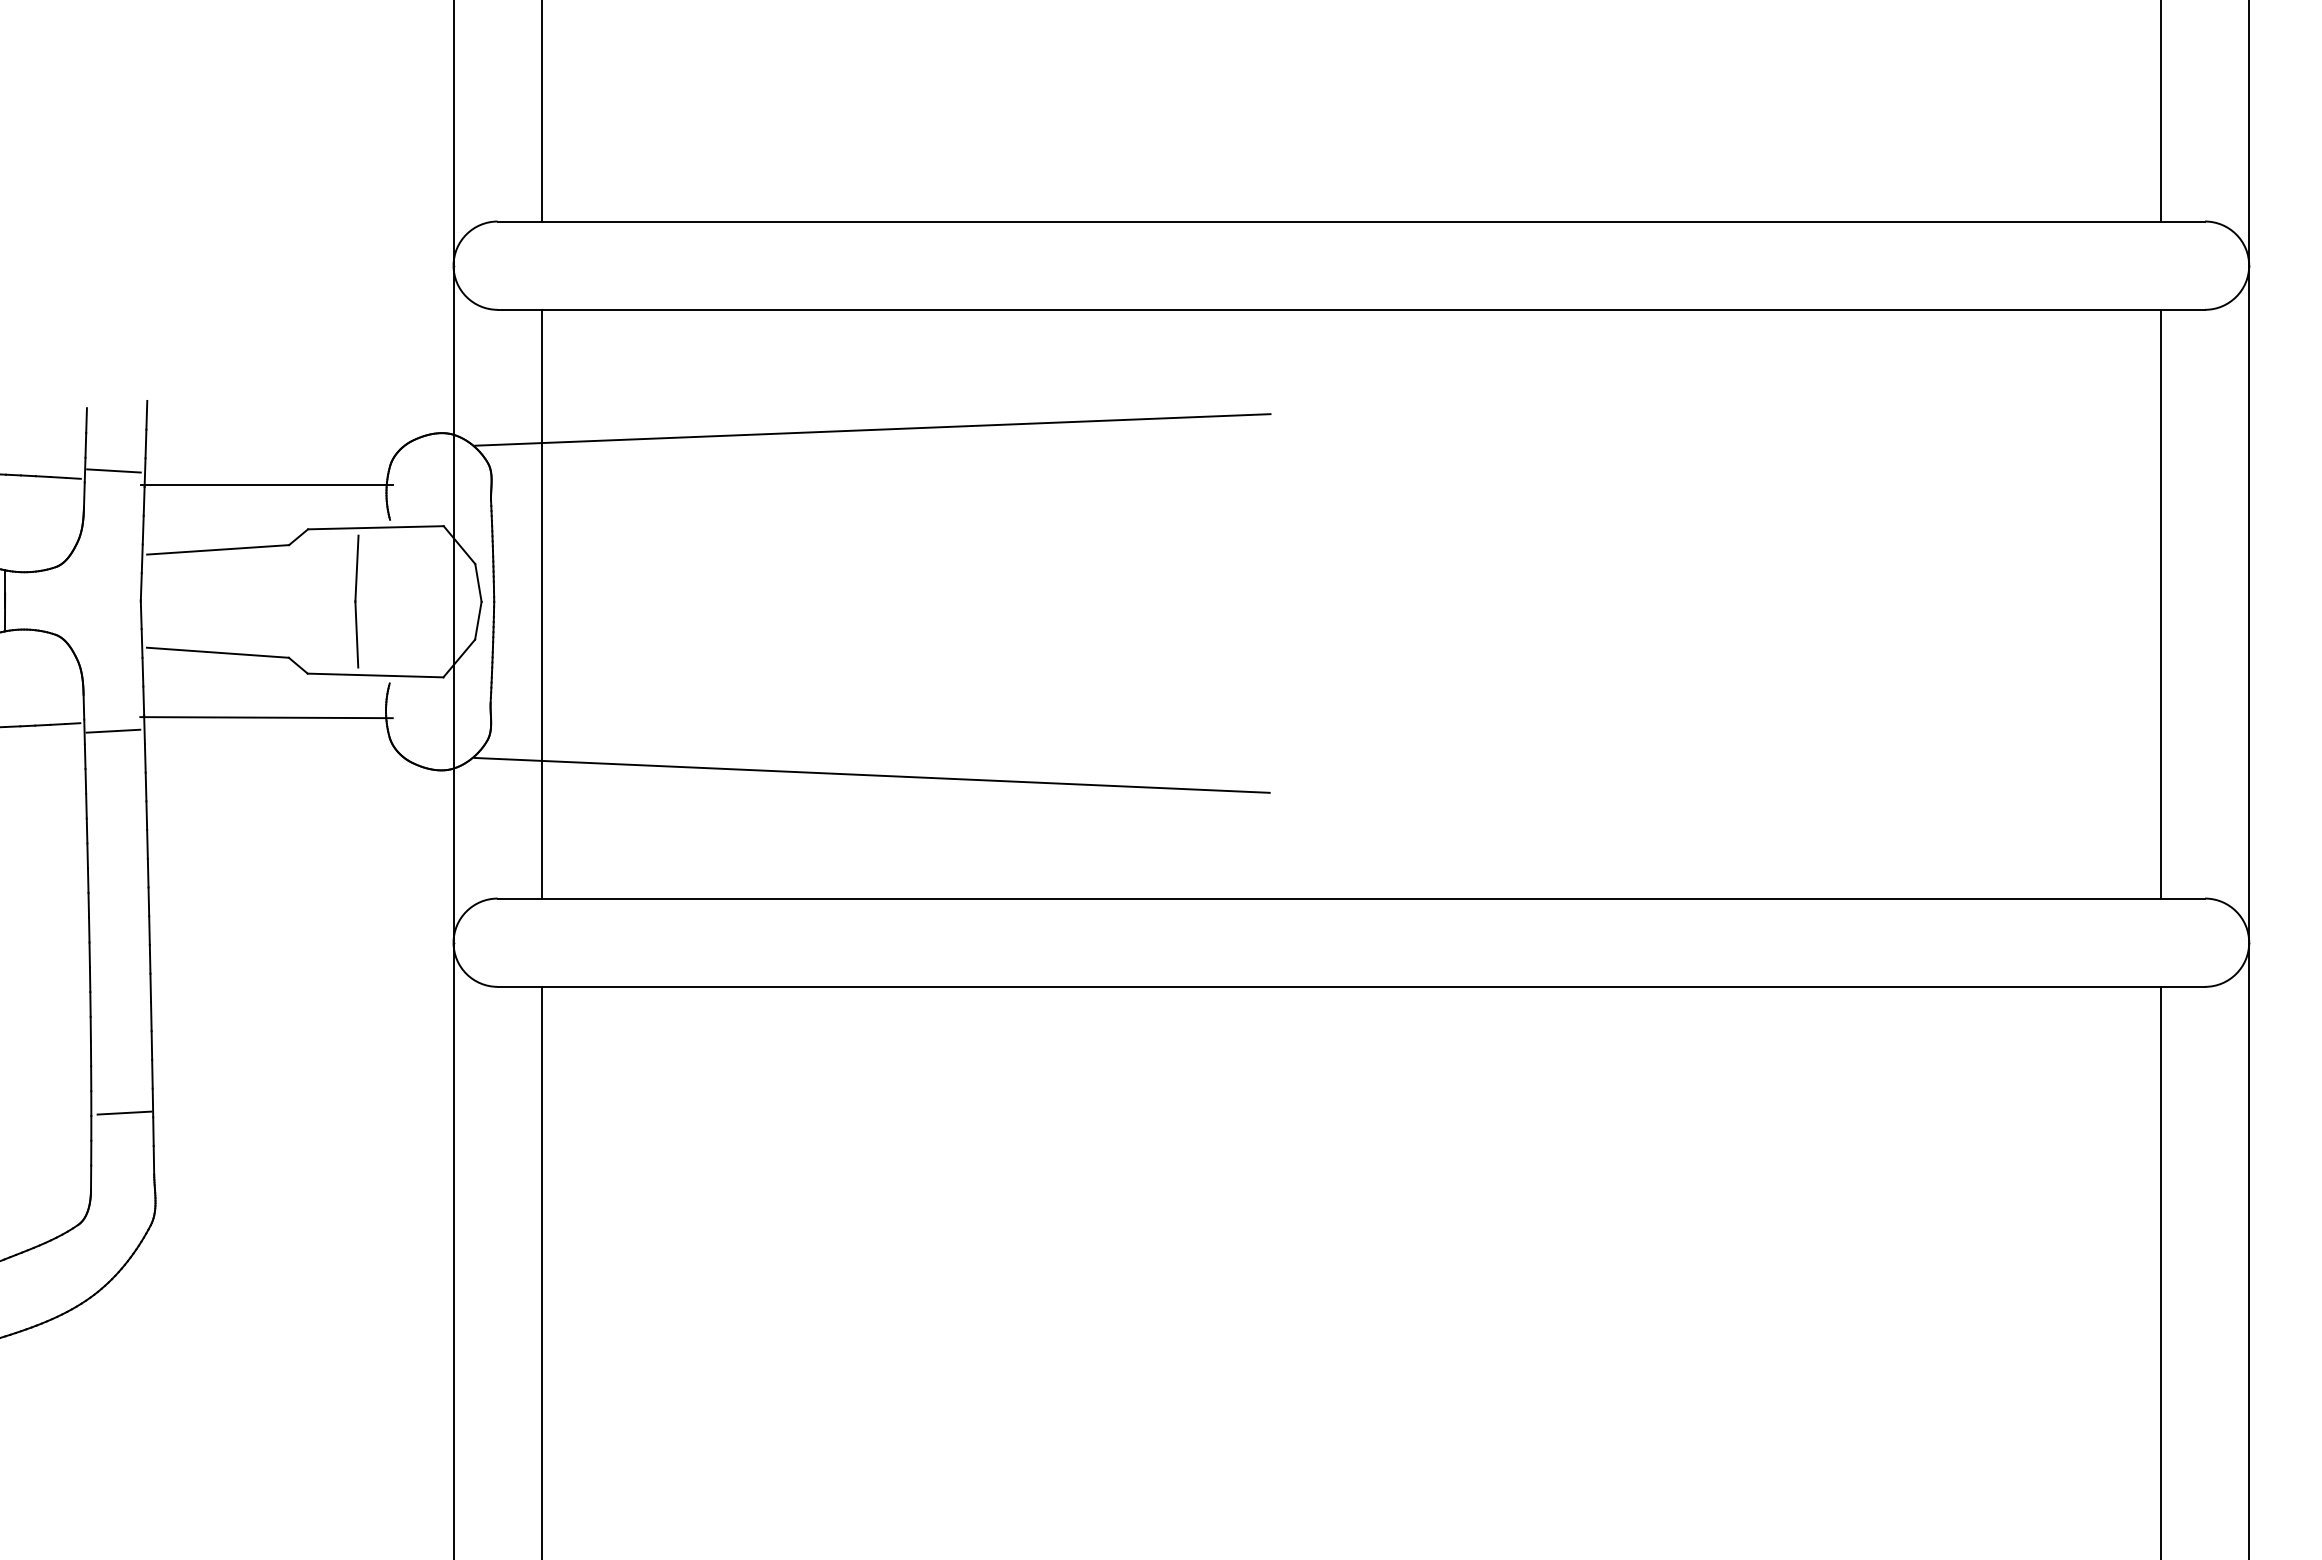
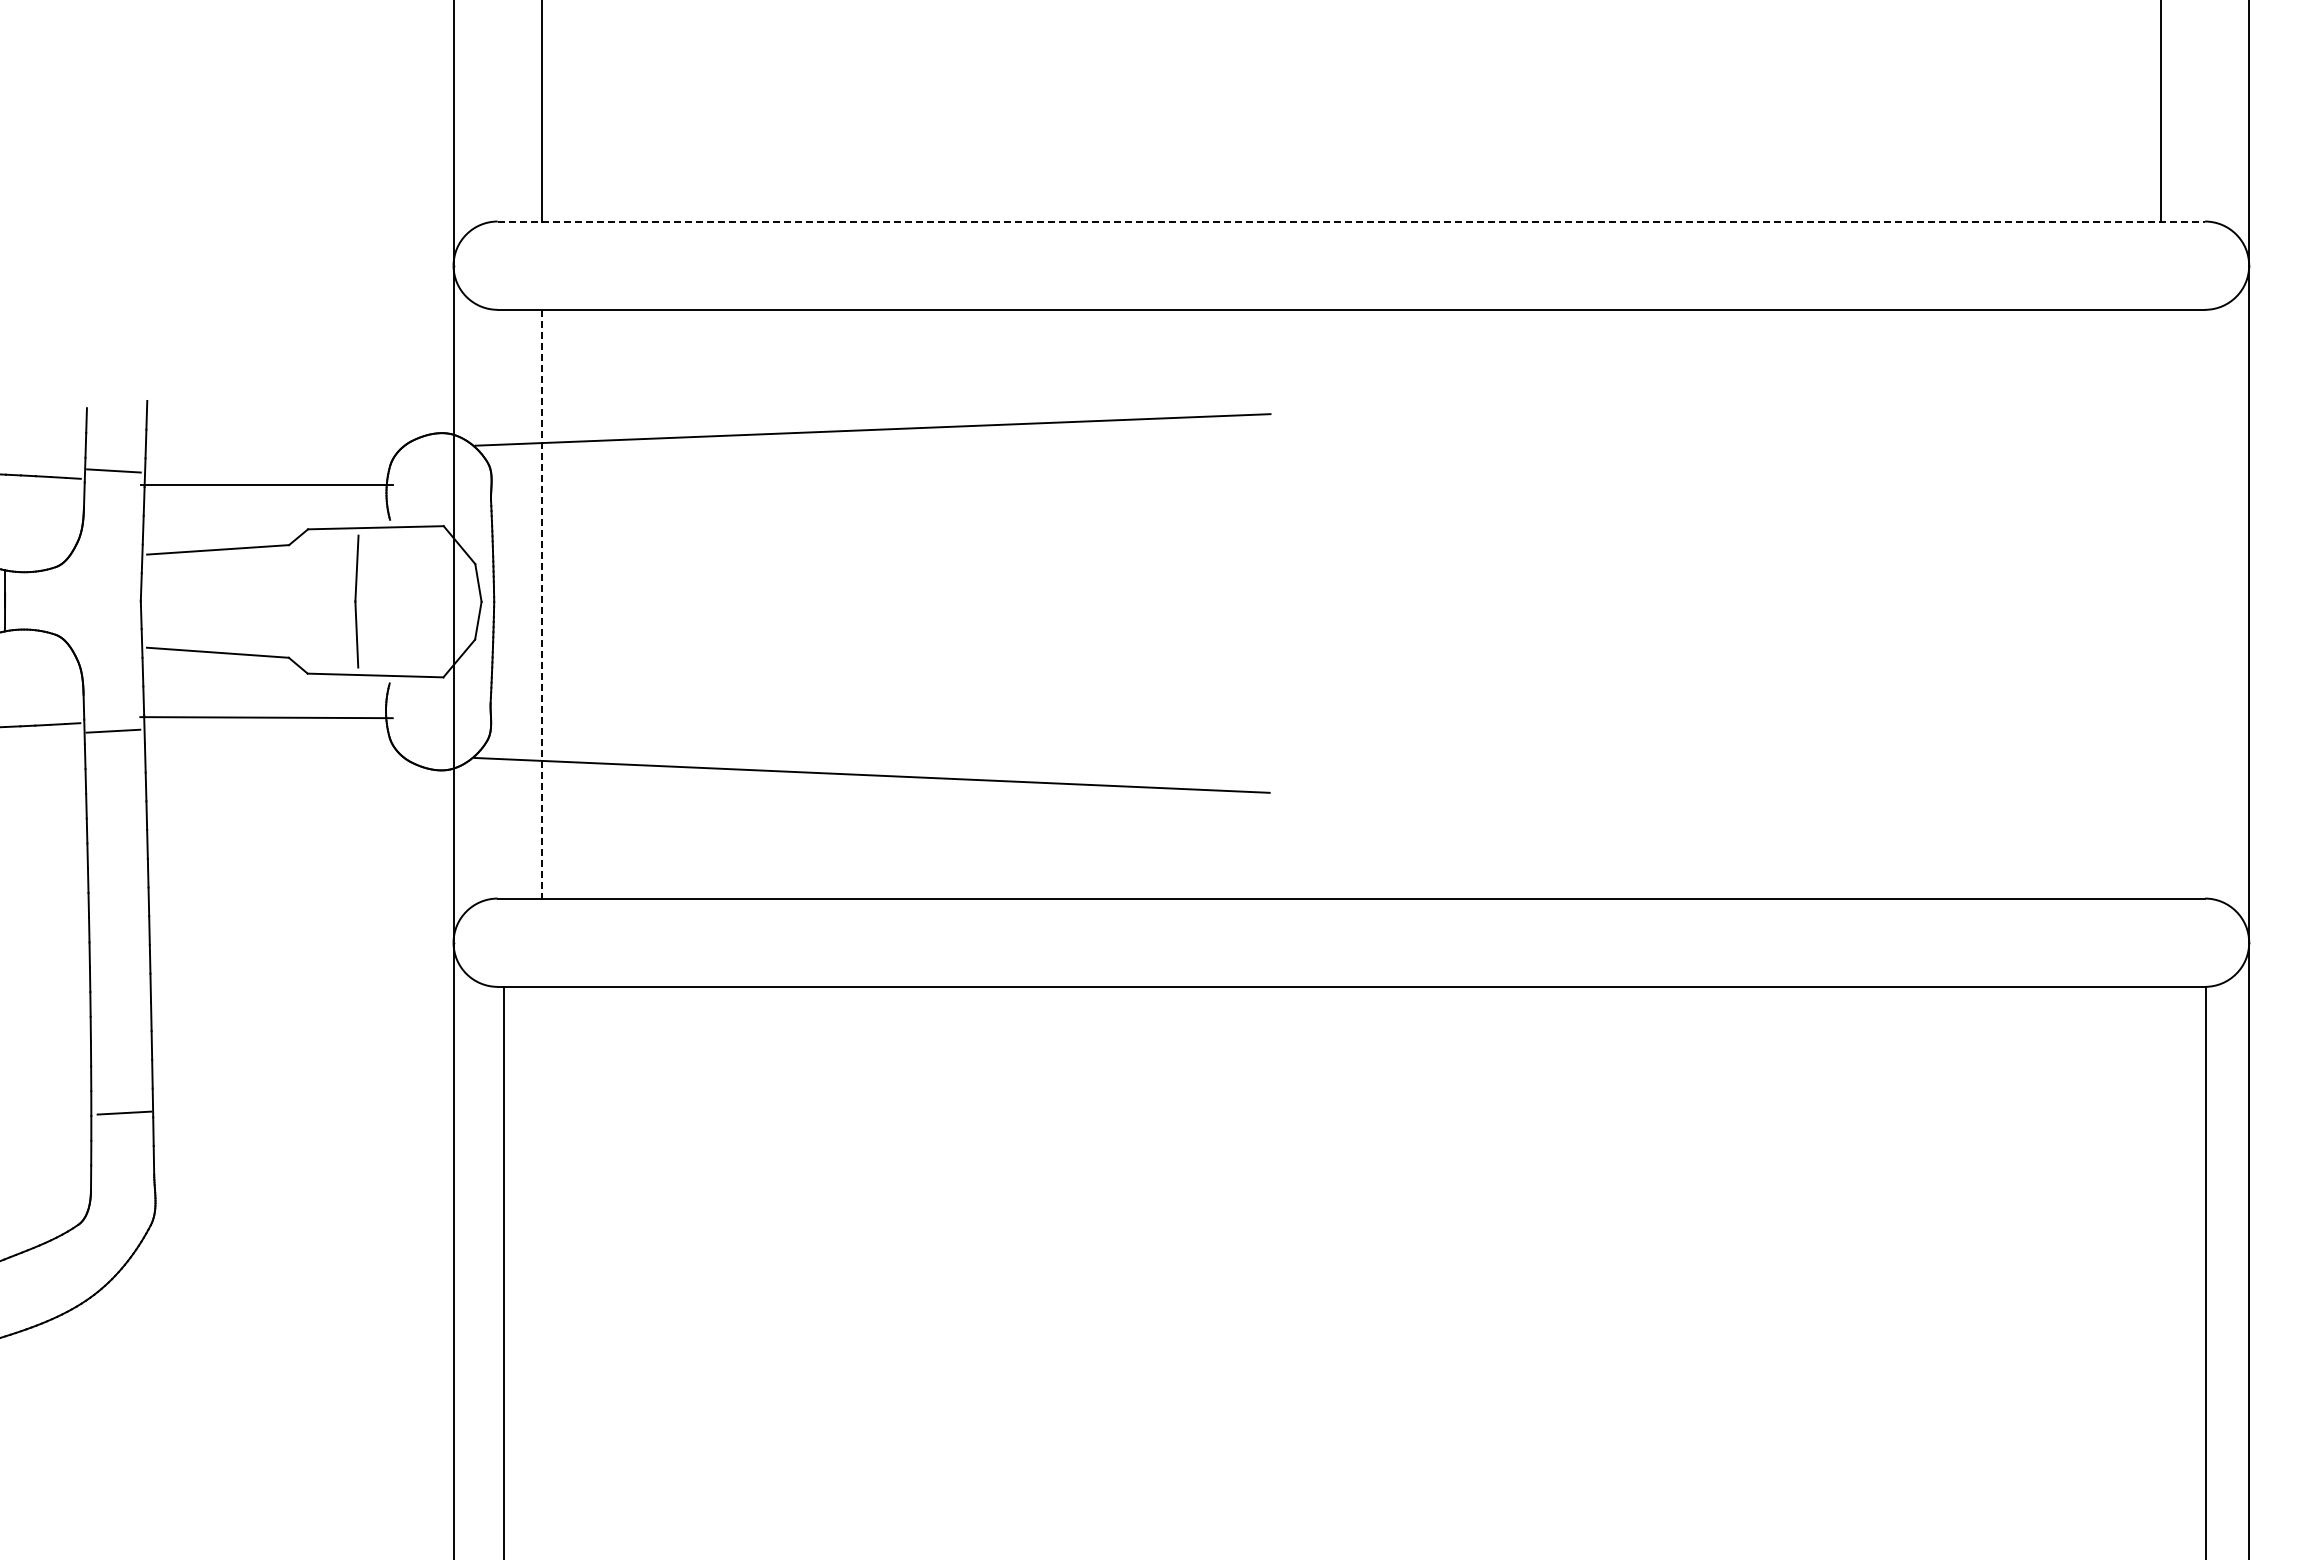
line at (1351, 221): solid -> dashed
line at (2160, 603): present -> none
line at (541, 604): solid -> dashed
line at (541, 1271) position: (541, 1271) -> (503, 1271)
line at (2160, 1271) position: (2160, 1271) -> (2205, 1271)
